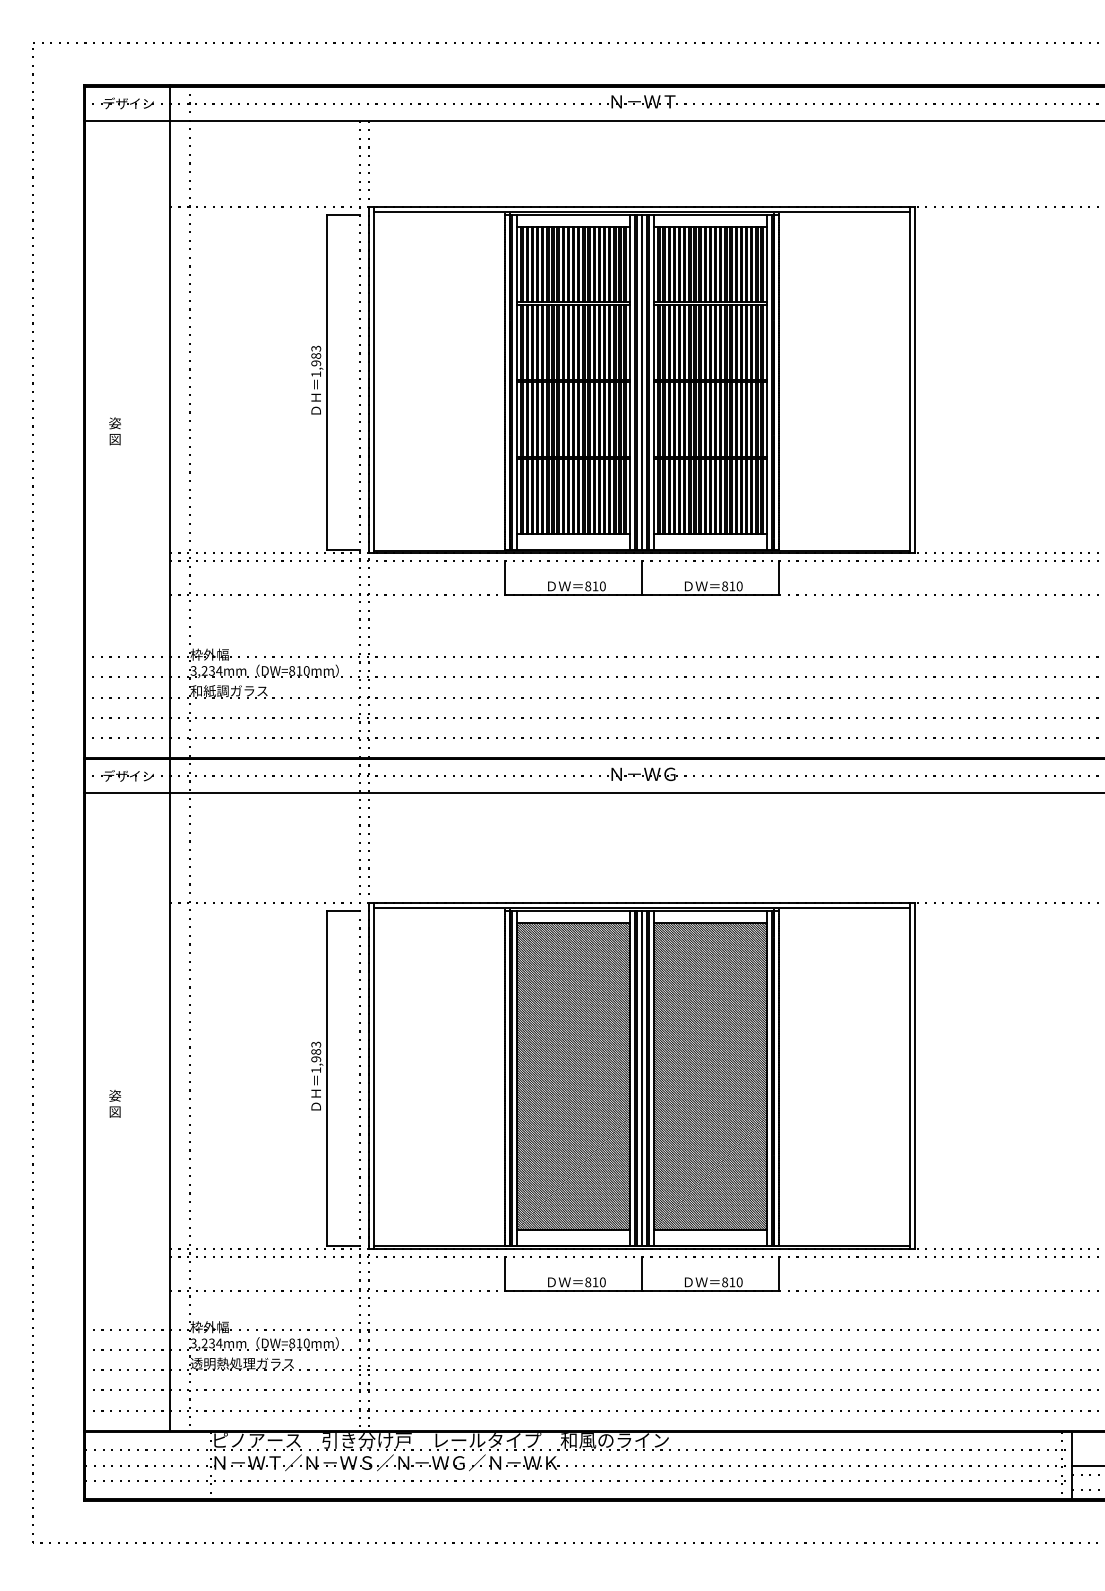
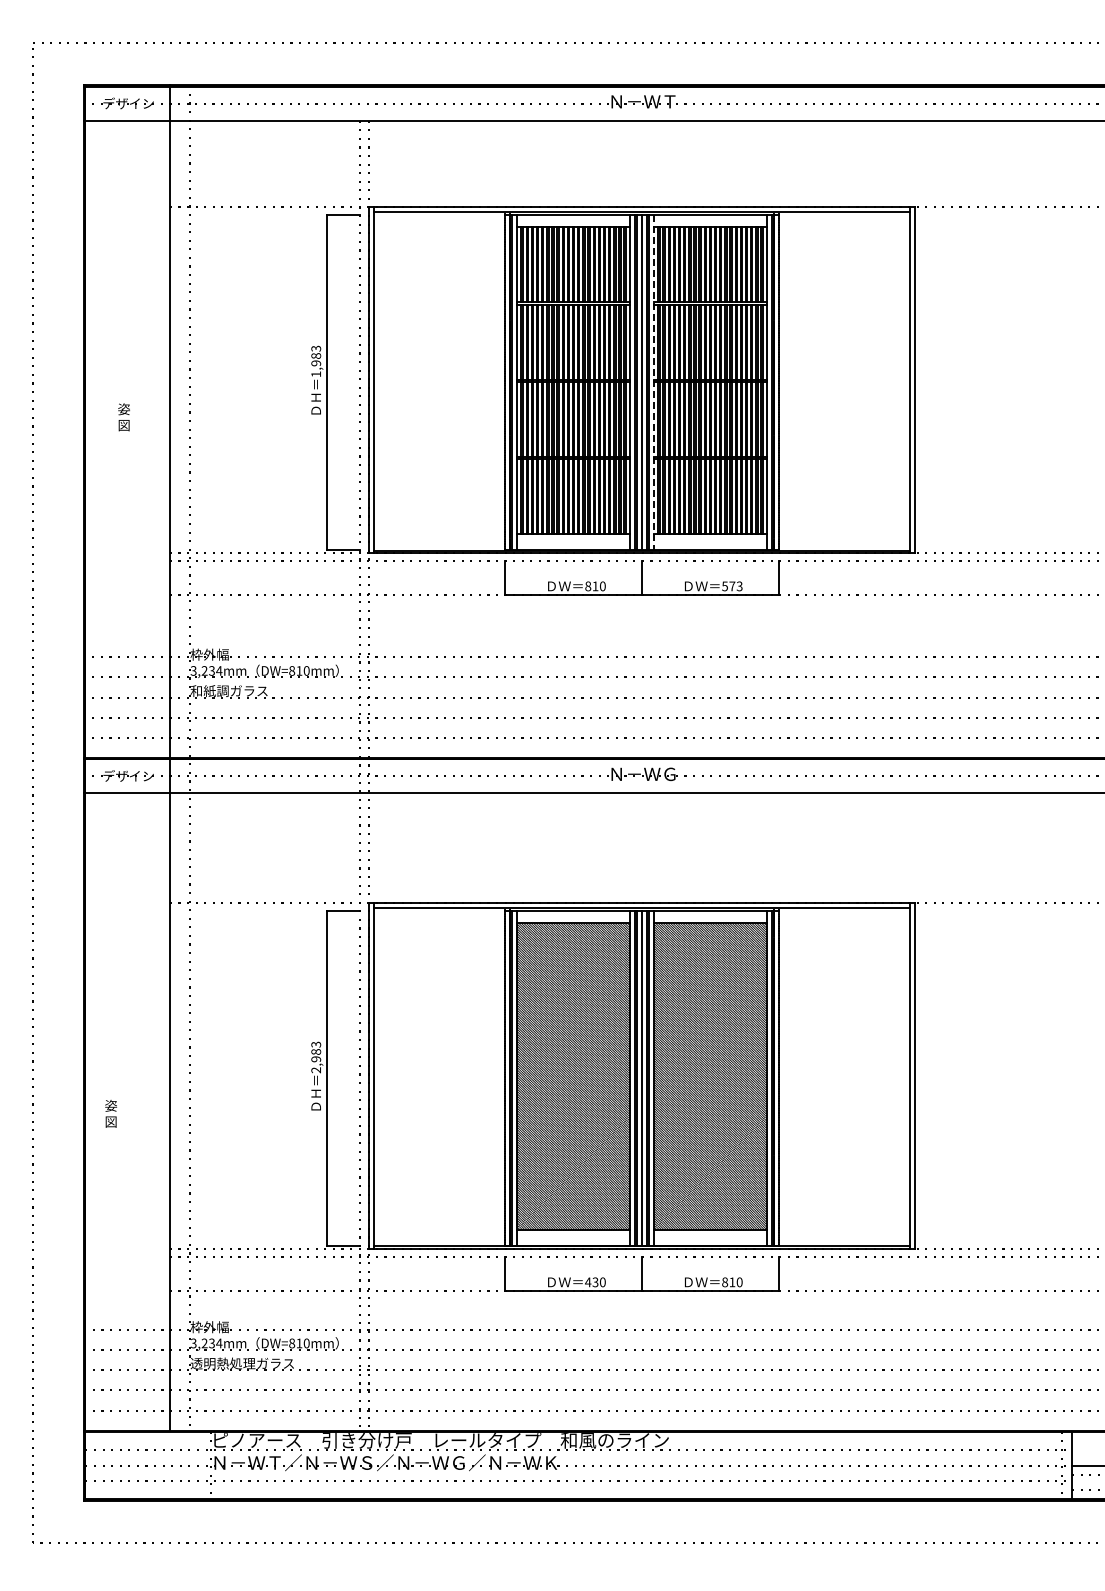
line at (653, 382): solid -> dashed
text at (114, 431) position: (114, 431) -> (123, 417)
text at (732, 586): 810 -> 573
text at (315, 1070): 1,983 -> 2,983
text at (114, 1103) position: (114, 1103) -> (110, 1113)
text at (591, 1282): 810 -> 430
